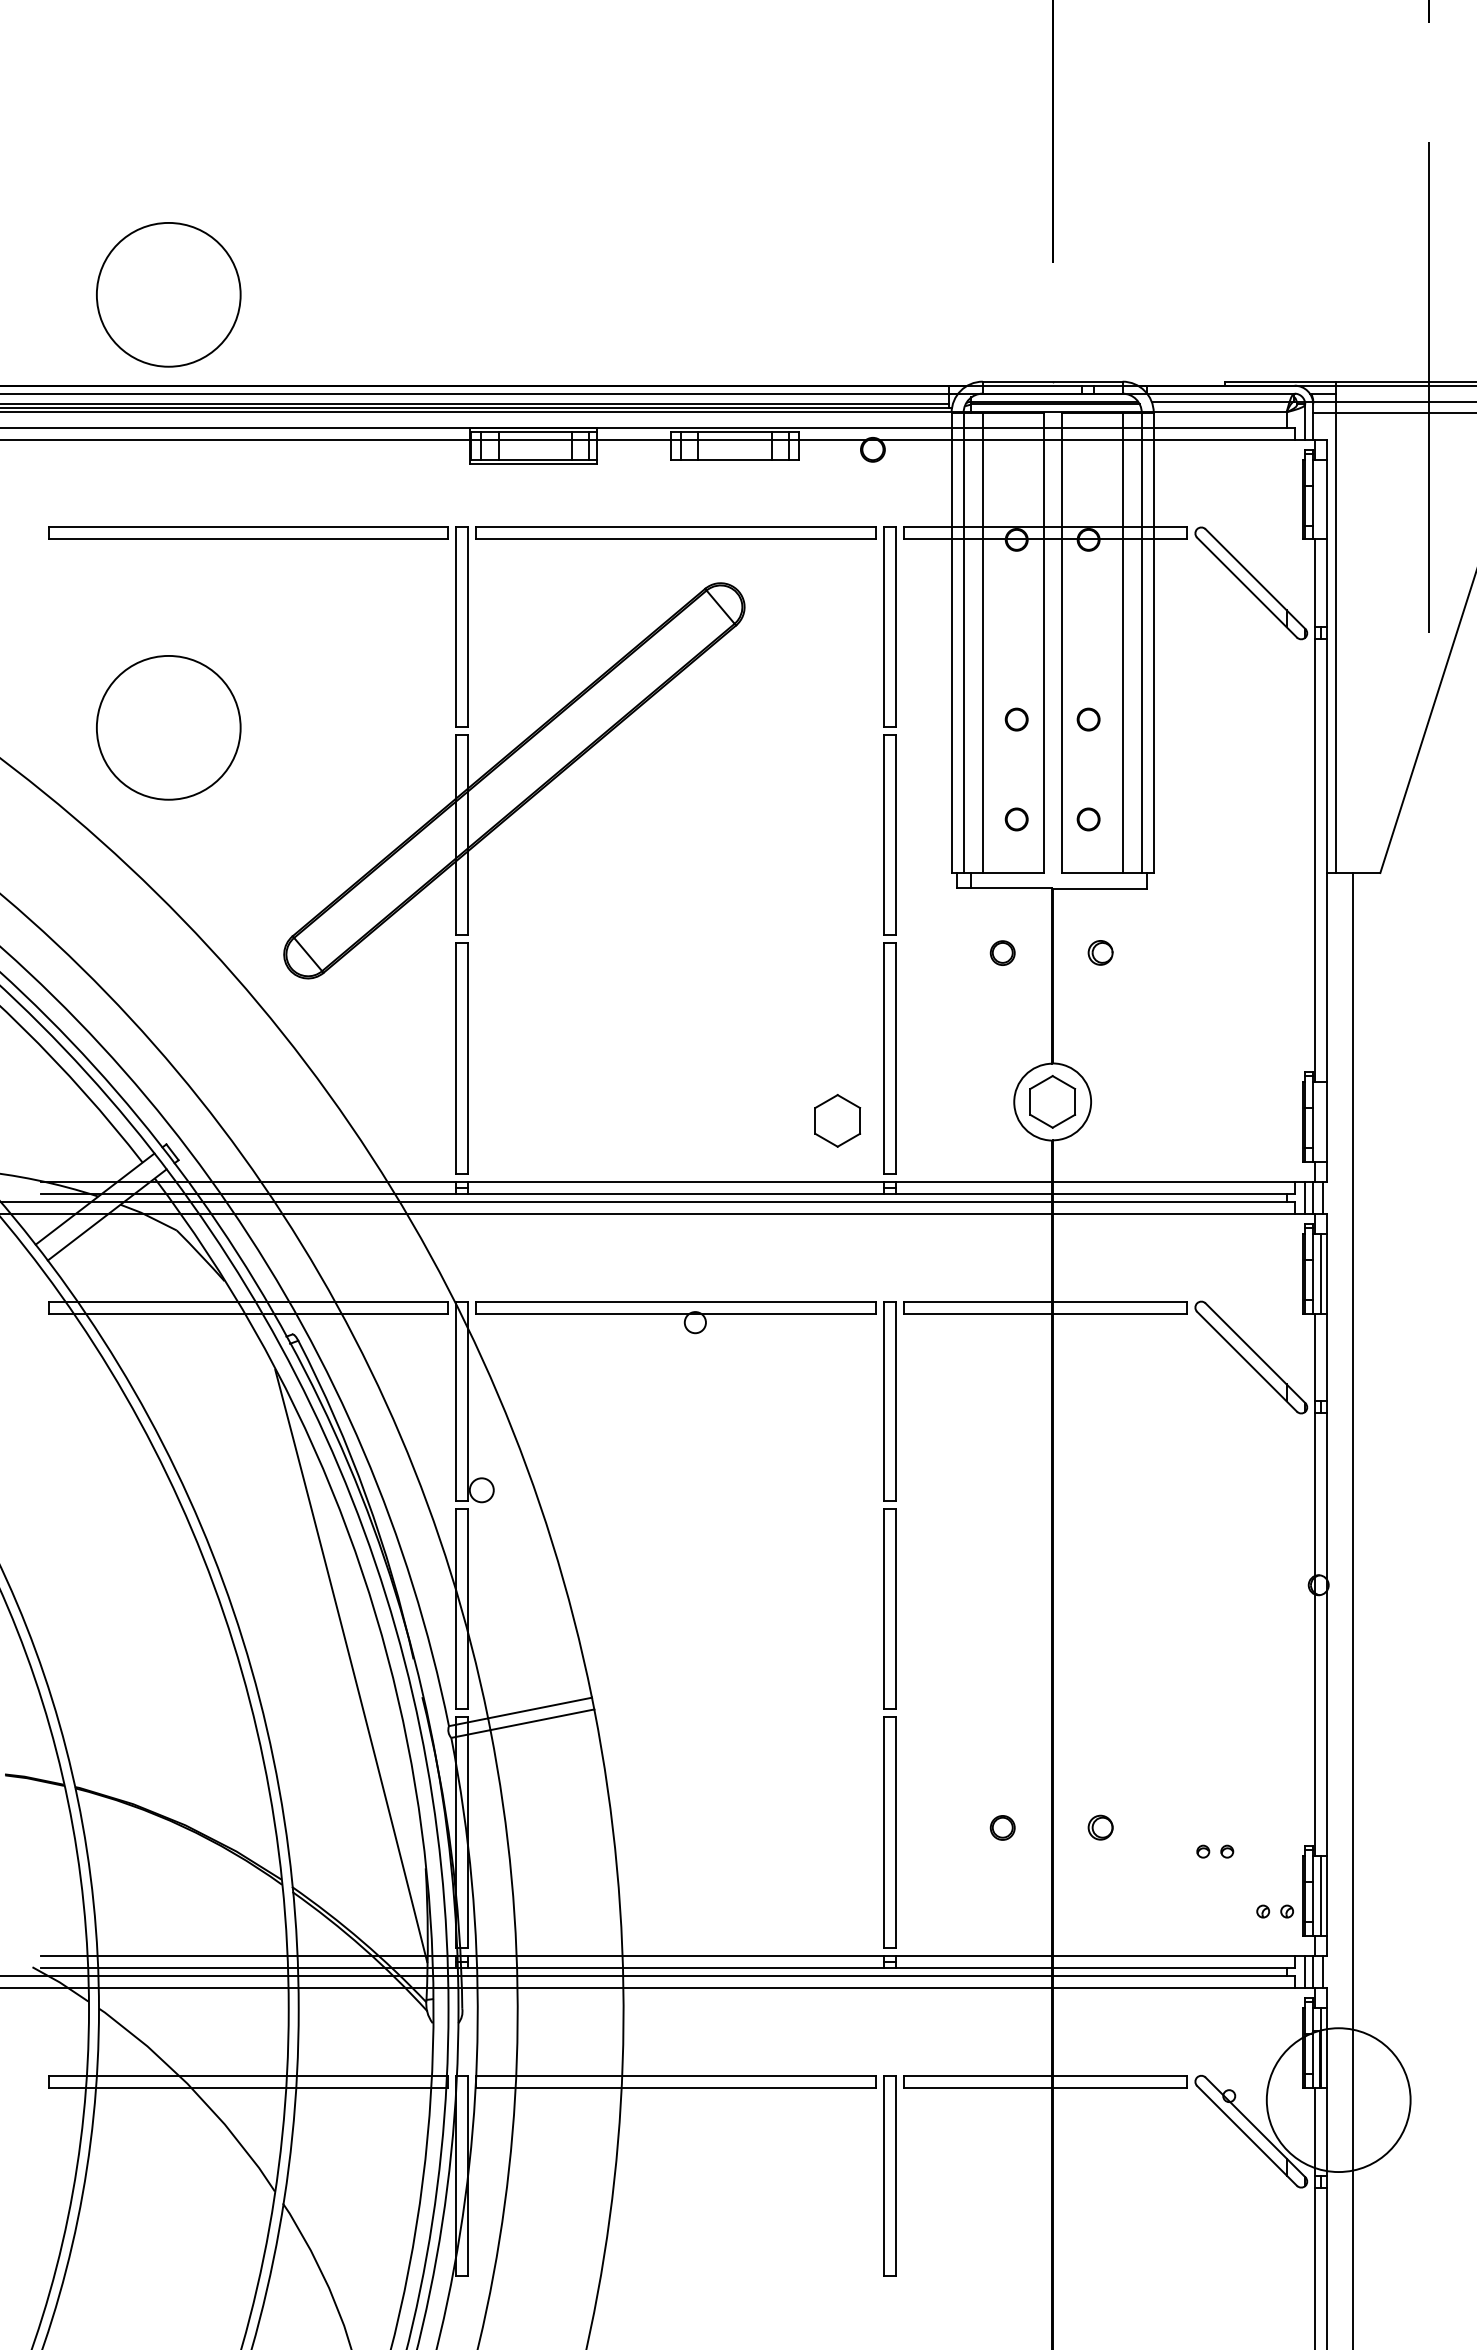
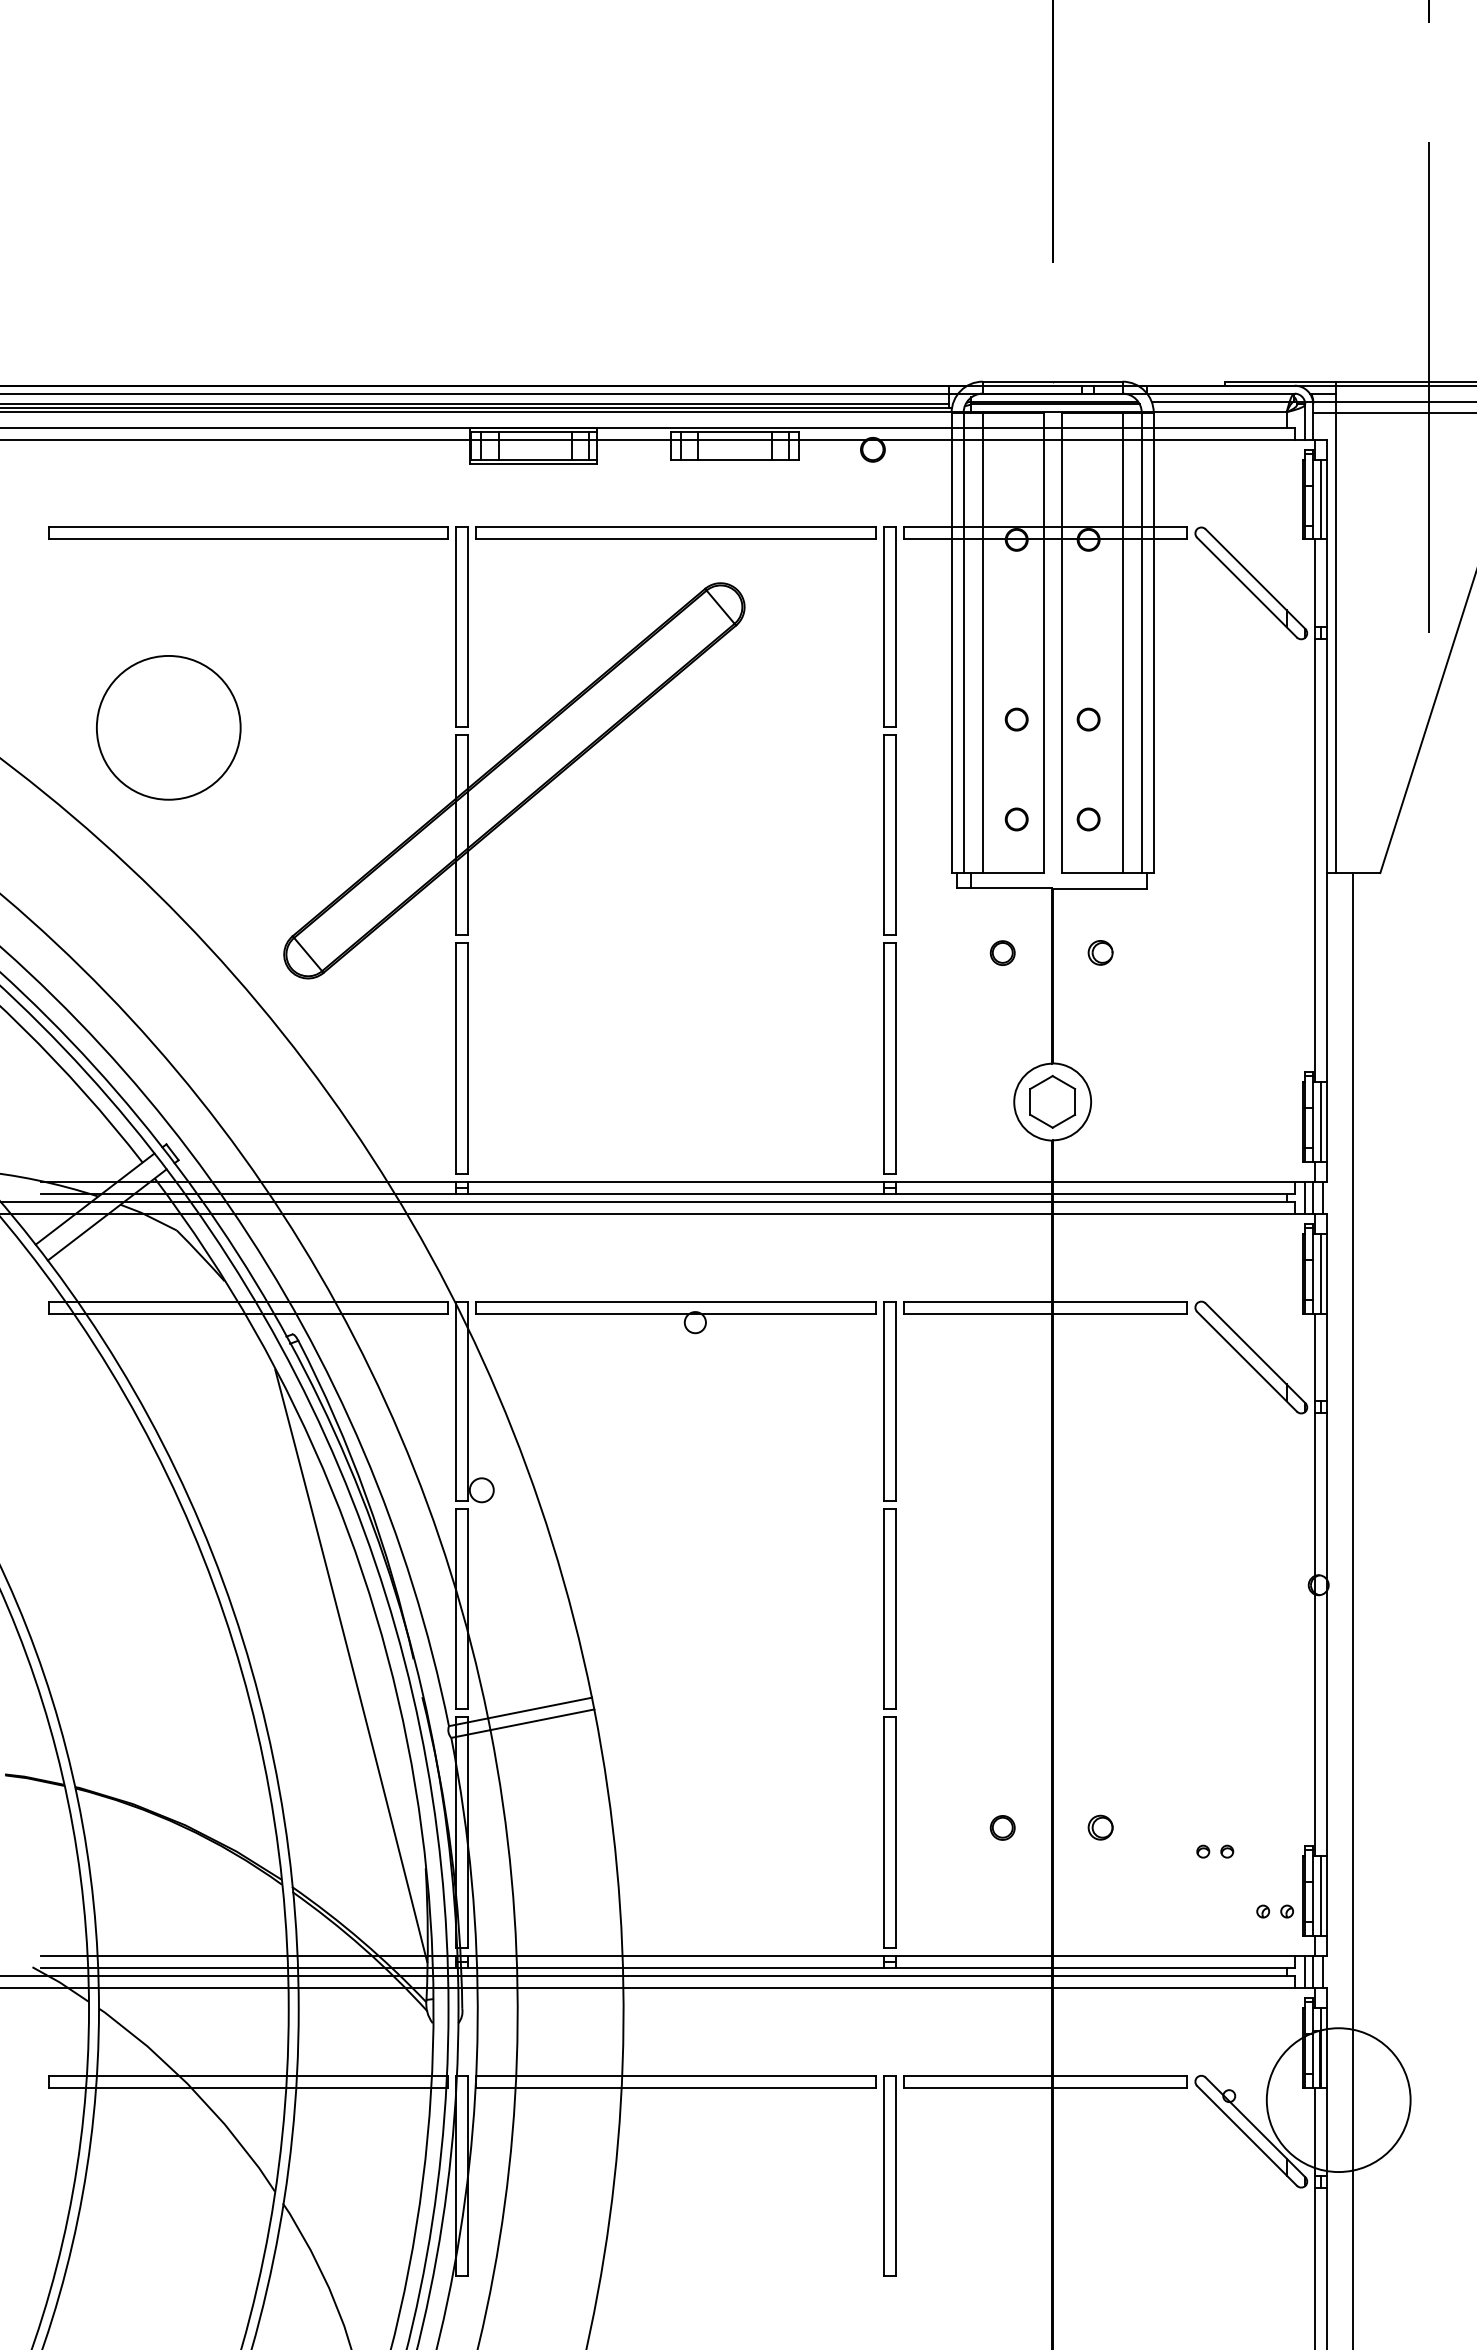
circle at (168, 294): present -> none
line at (1321, 499): none -> present
part at (837, 1120): present -> none
line at (1321, 1121): none -> present
